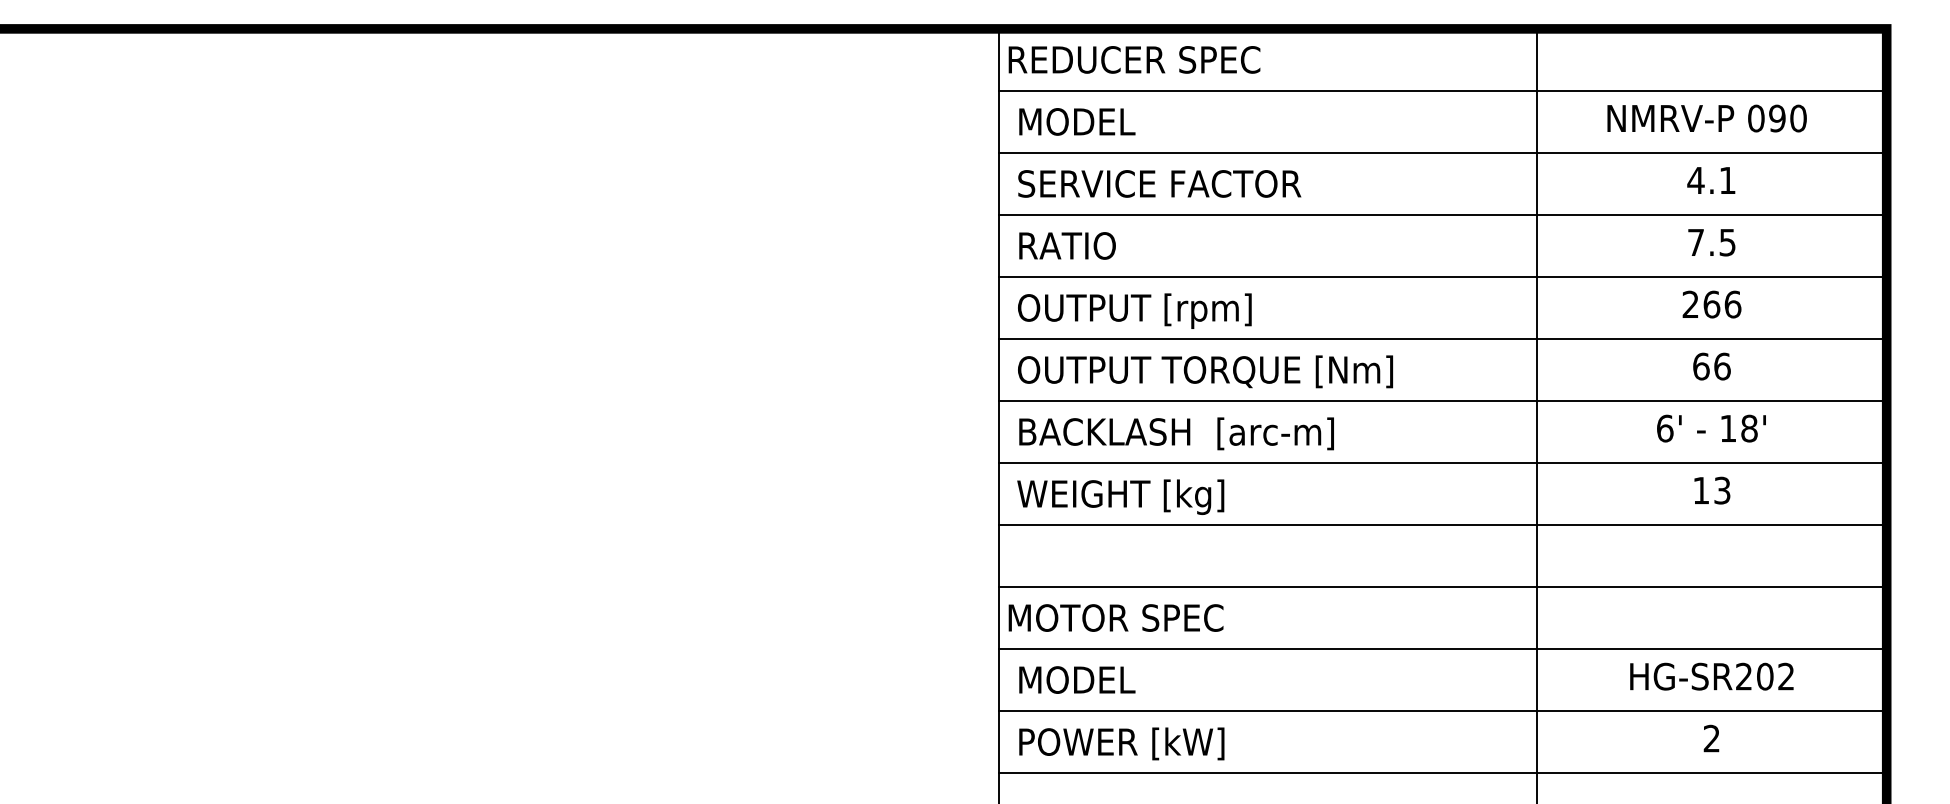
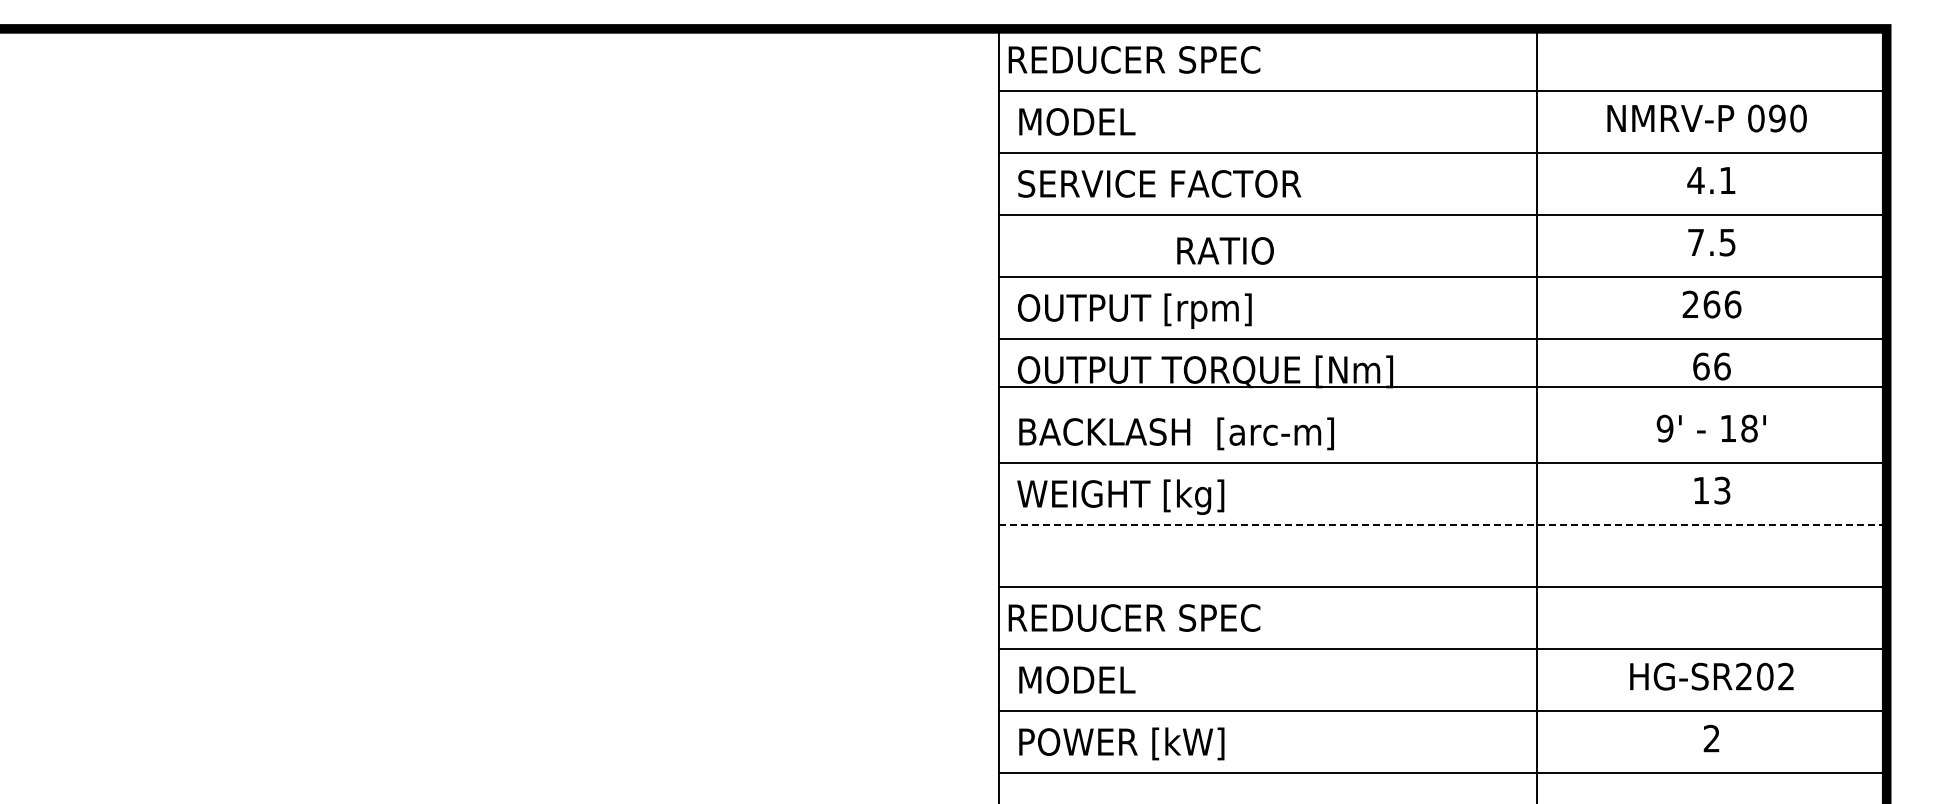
text at (1067, 245) position: (1067, 245) -> (1225, 250)
line at (1442, 400) position: (1442, 400) -> (1442, 386)
text at (1664, 428): 6' -> 9'
line at (1442, 525): solid -> dashed
text at (1136, 617): MOTOR SPEC -> REDUCER SPEC
